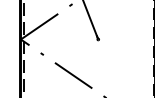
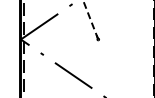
line at (90, 19): solid -> dashed
